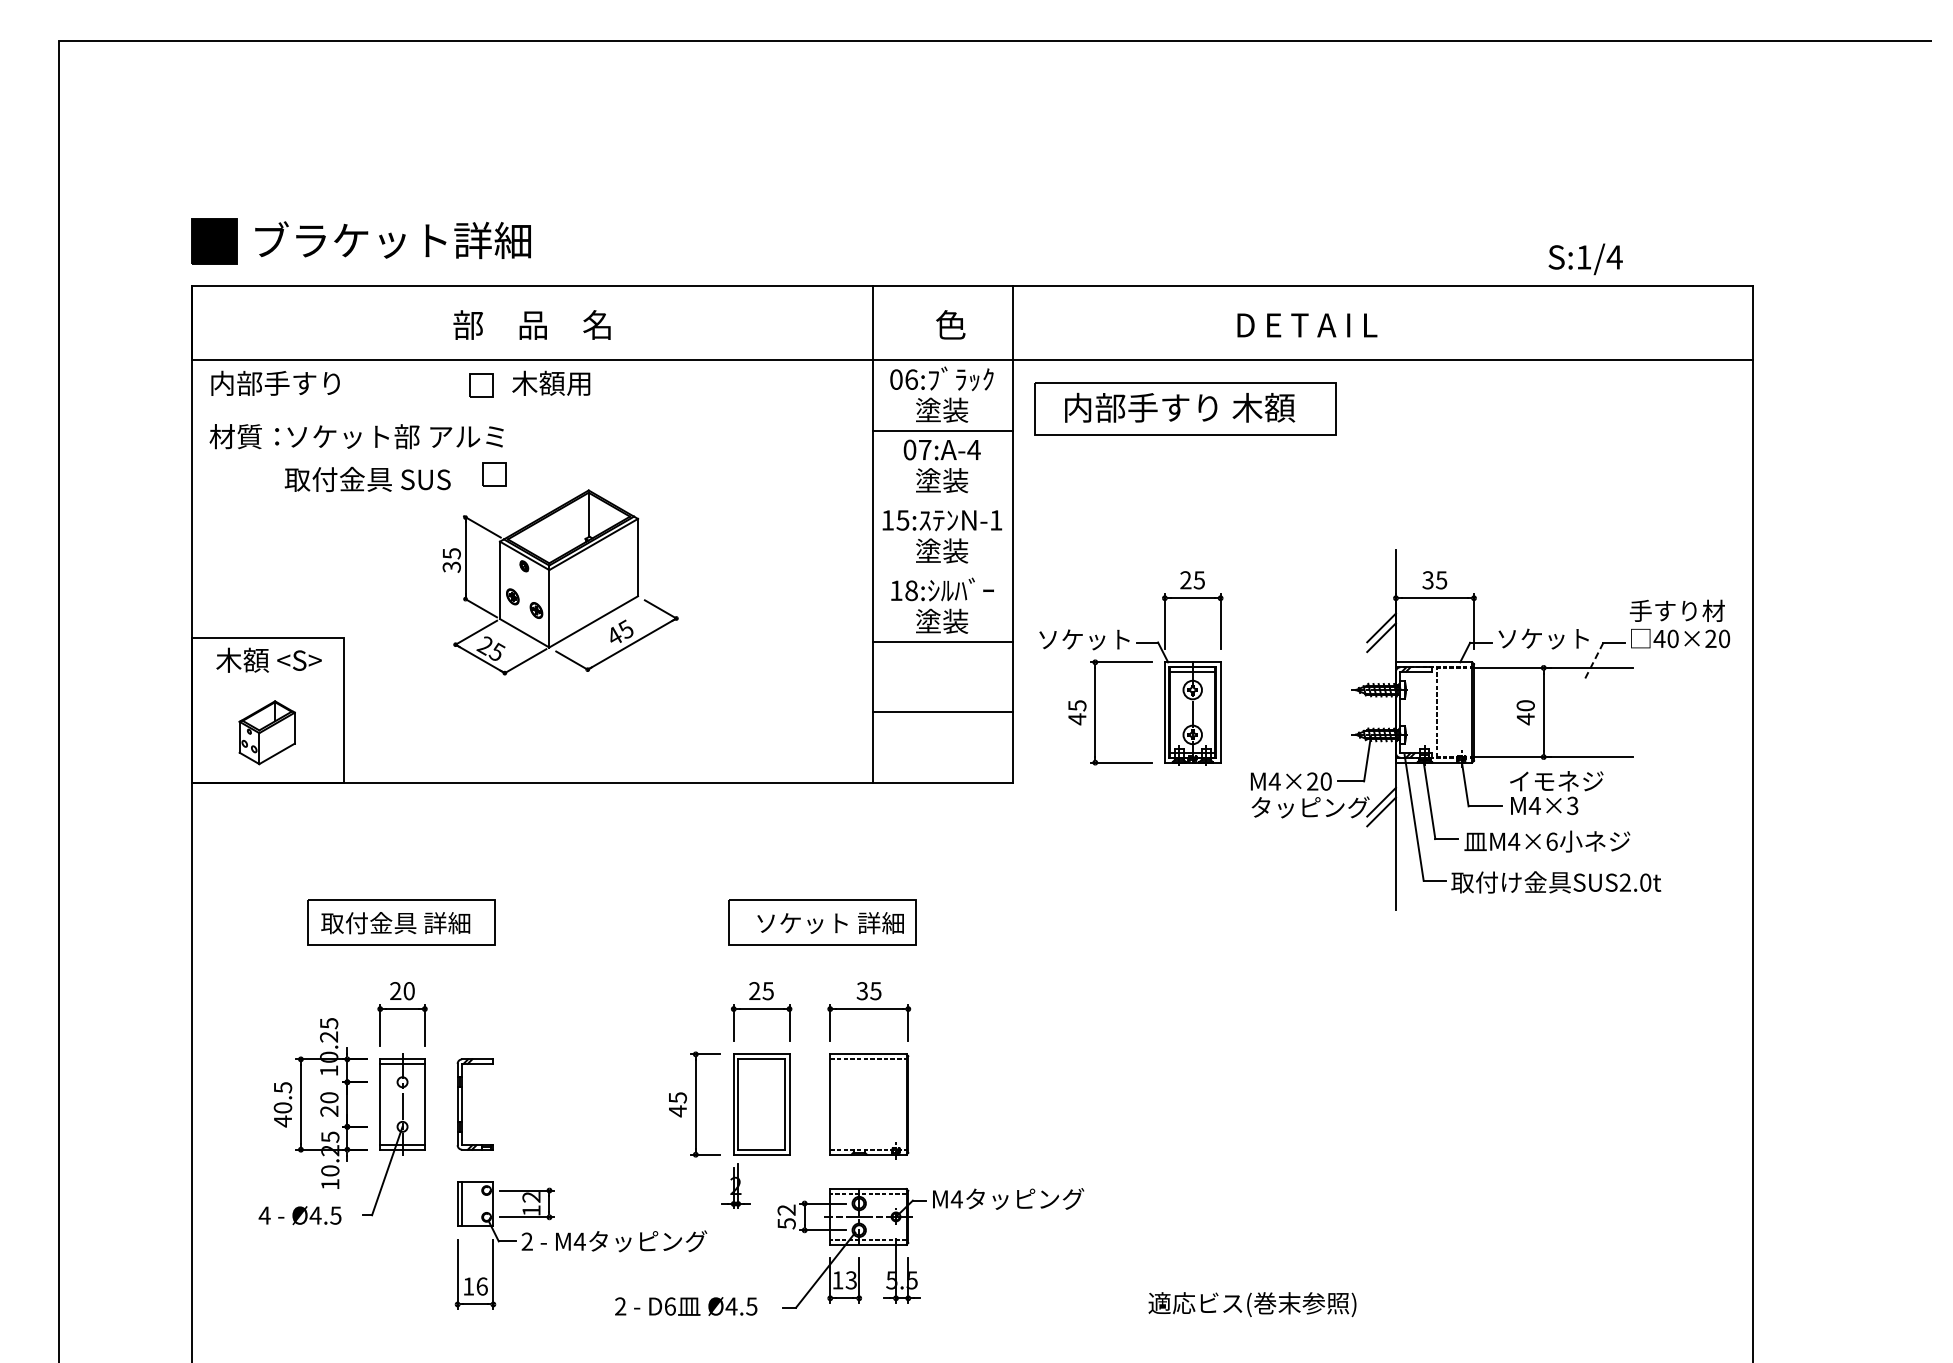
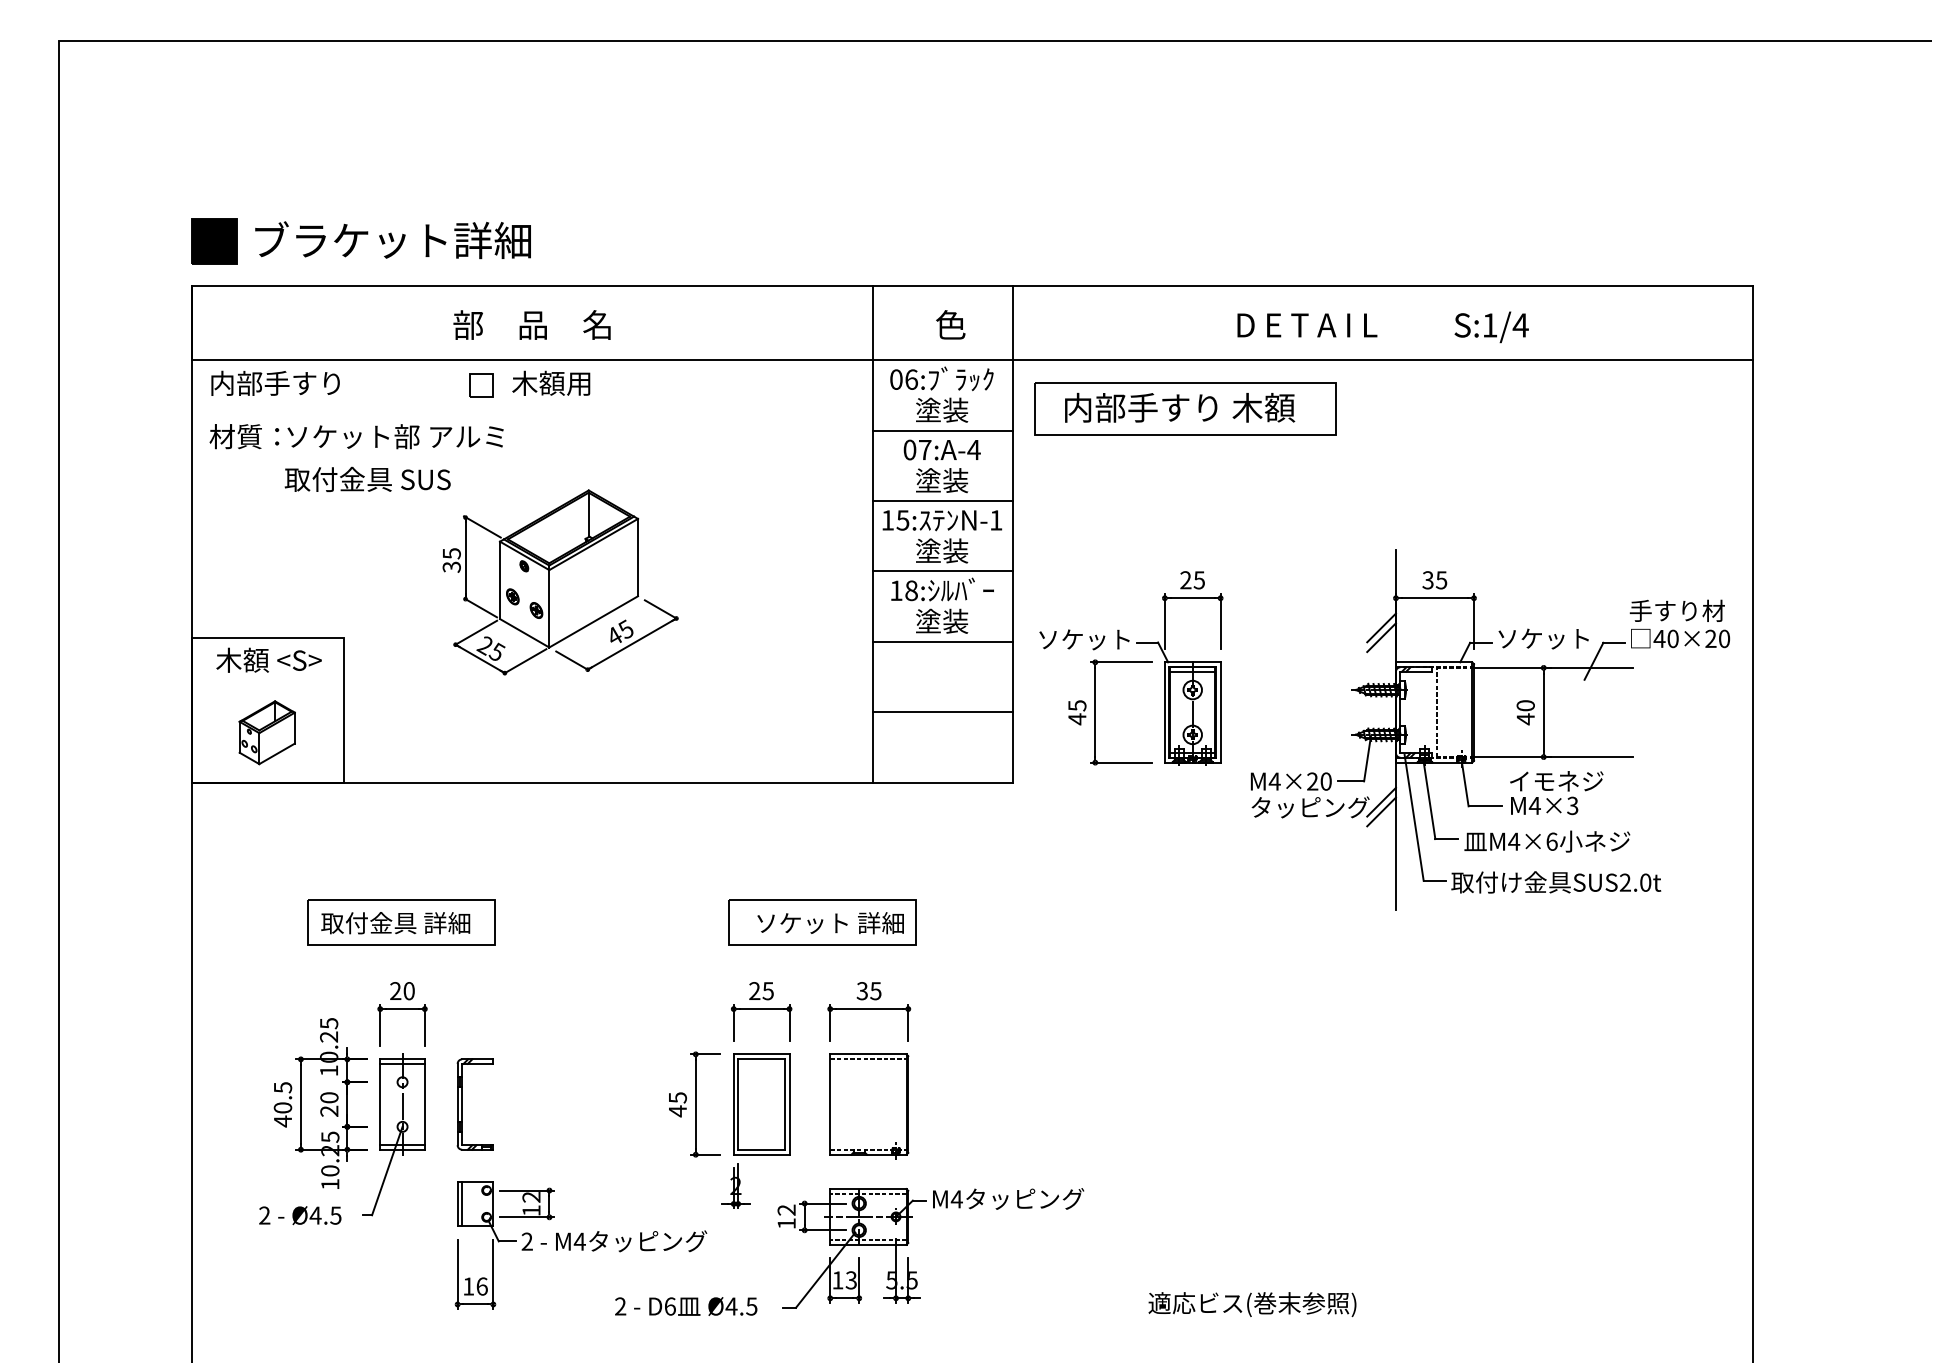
text at (1585, 259) position: (1585, 259) -> (1491, 327)
part at (494, 474): present -> none
line at (942, 501): none -> present
line at (942, 571): none -> present
line at (1593, 661): dashed -> solid
text at (264, 1215): 4 -> 2
text at (786, 1223): 52 -> 12
